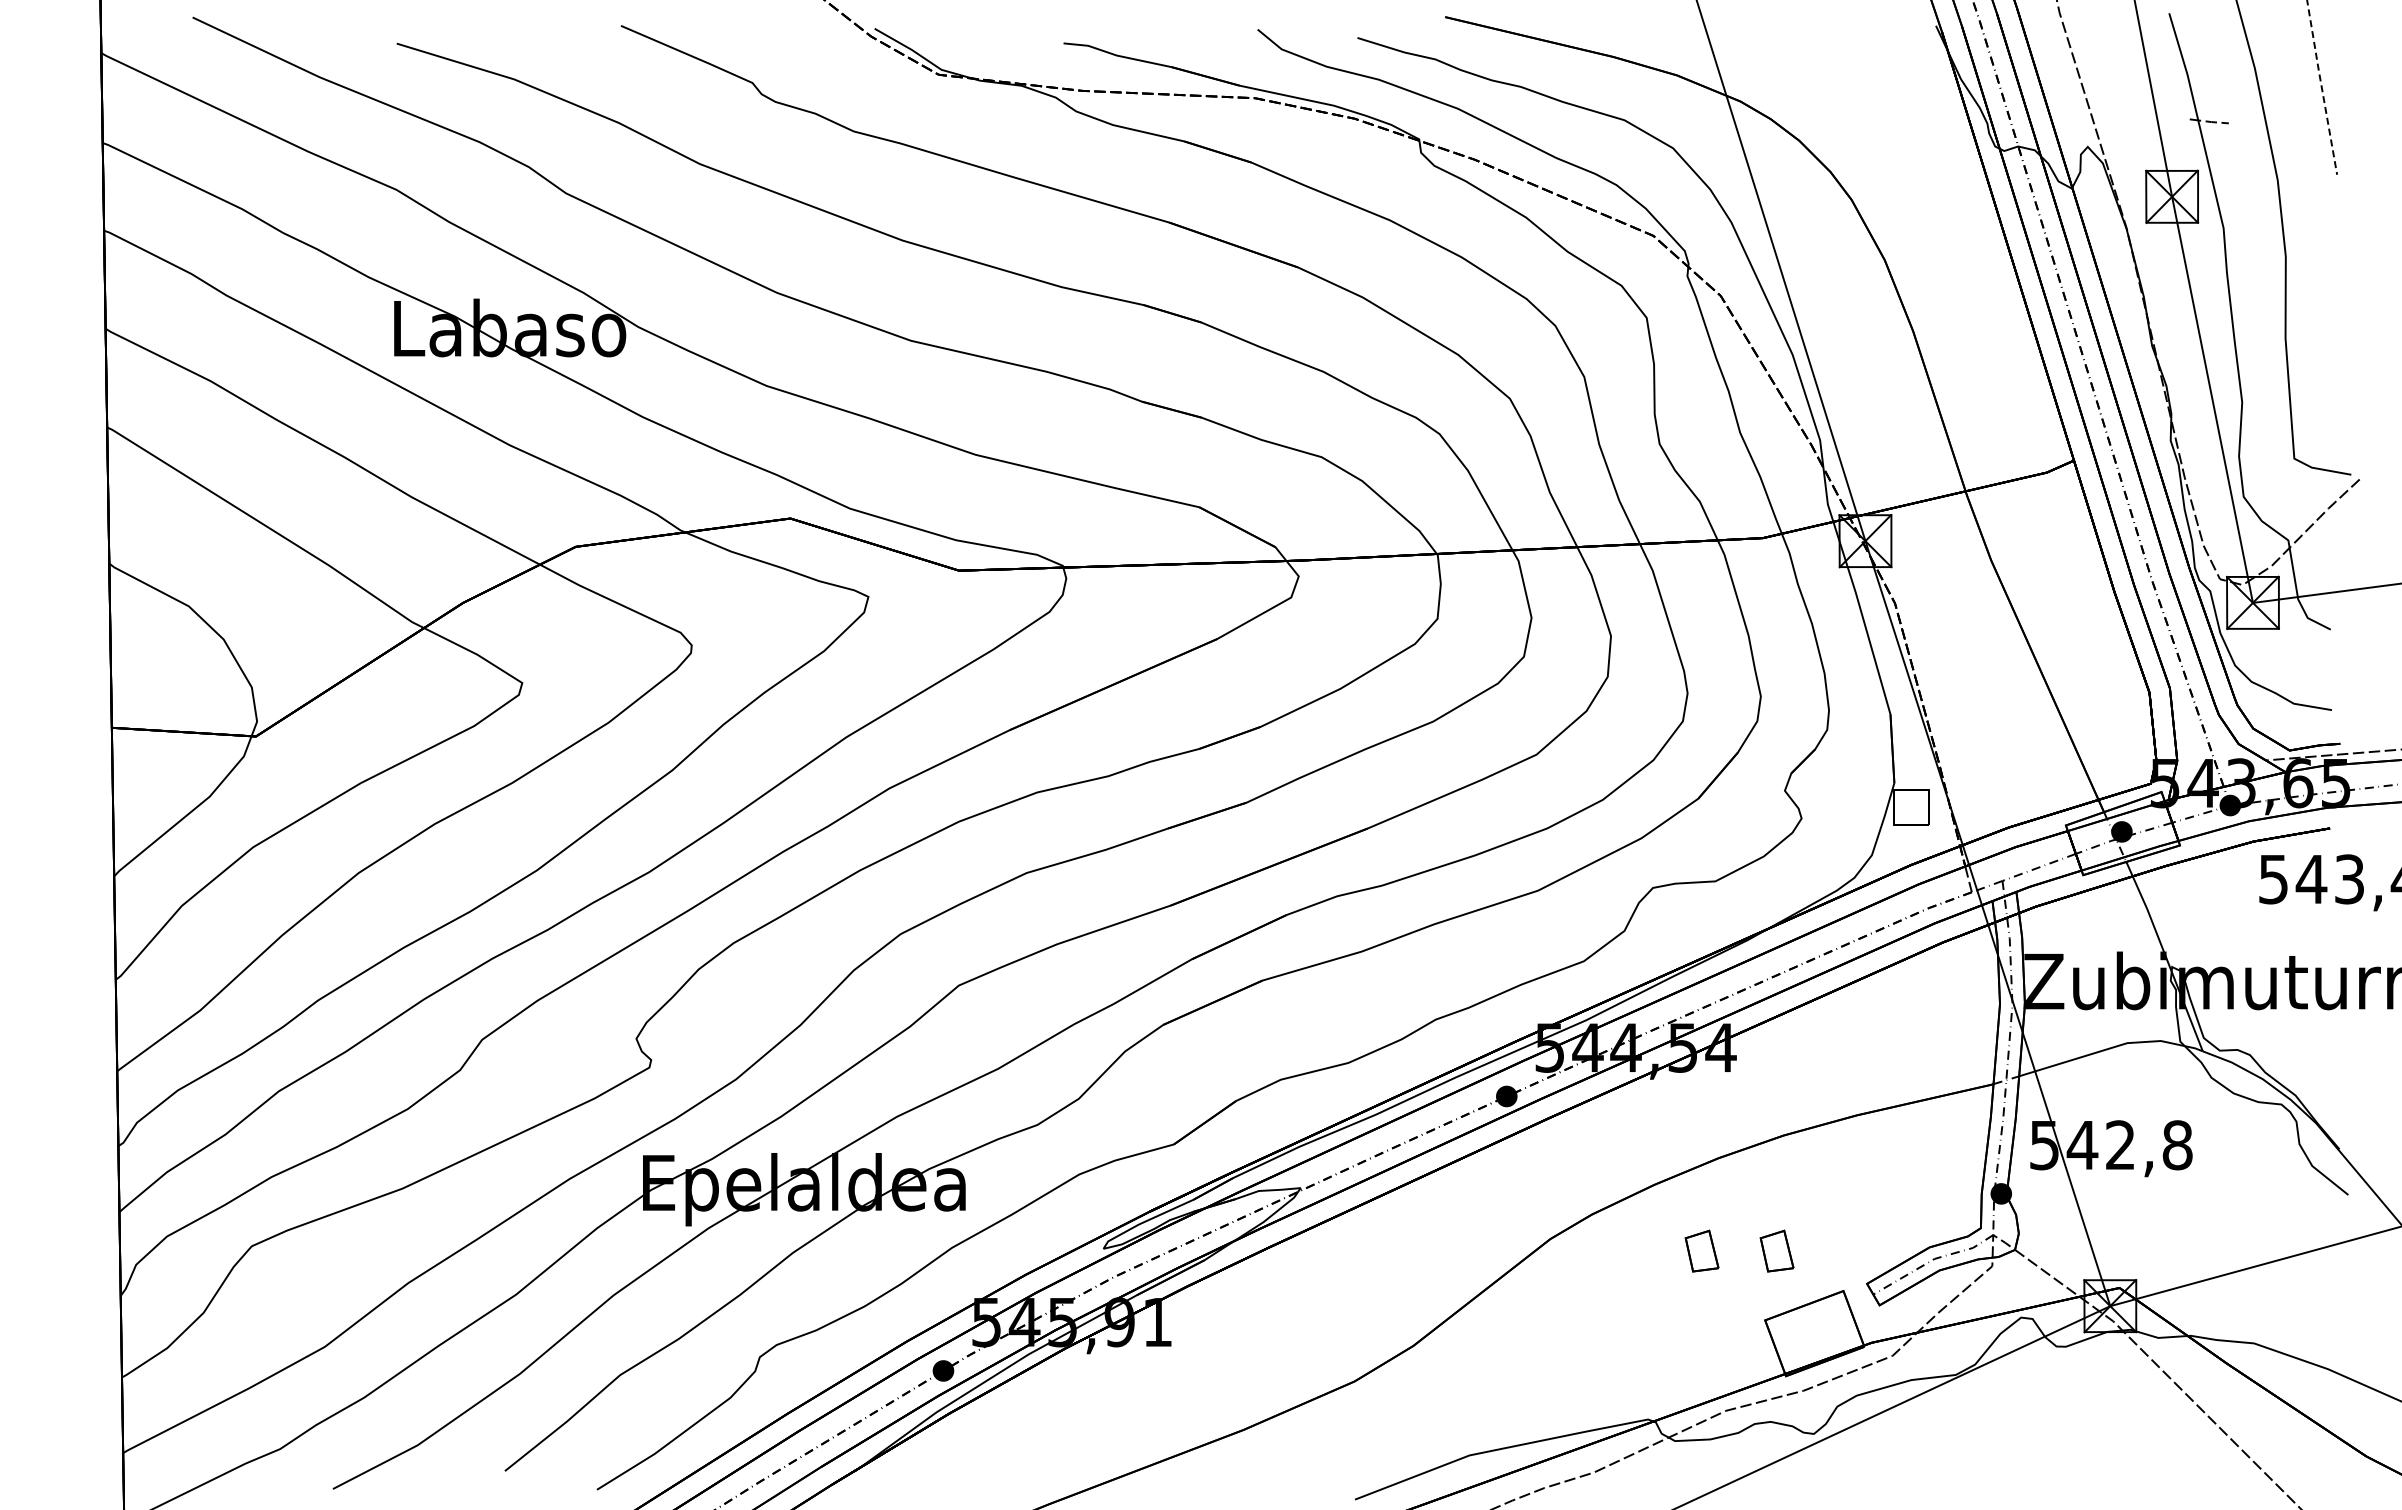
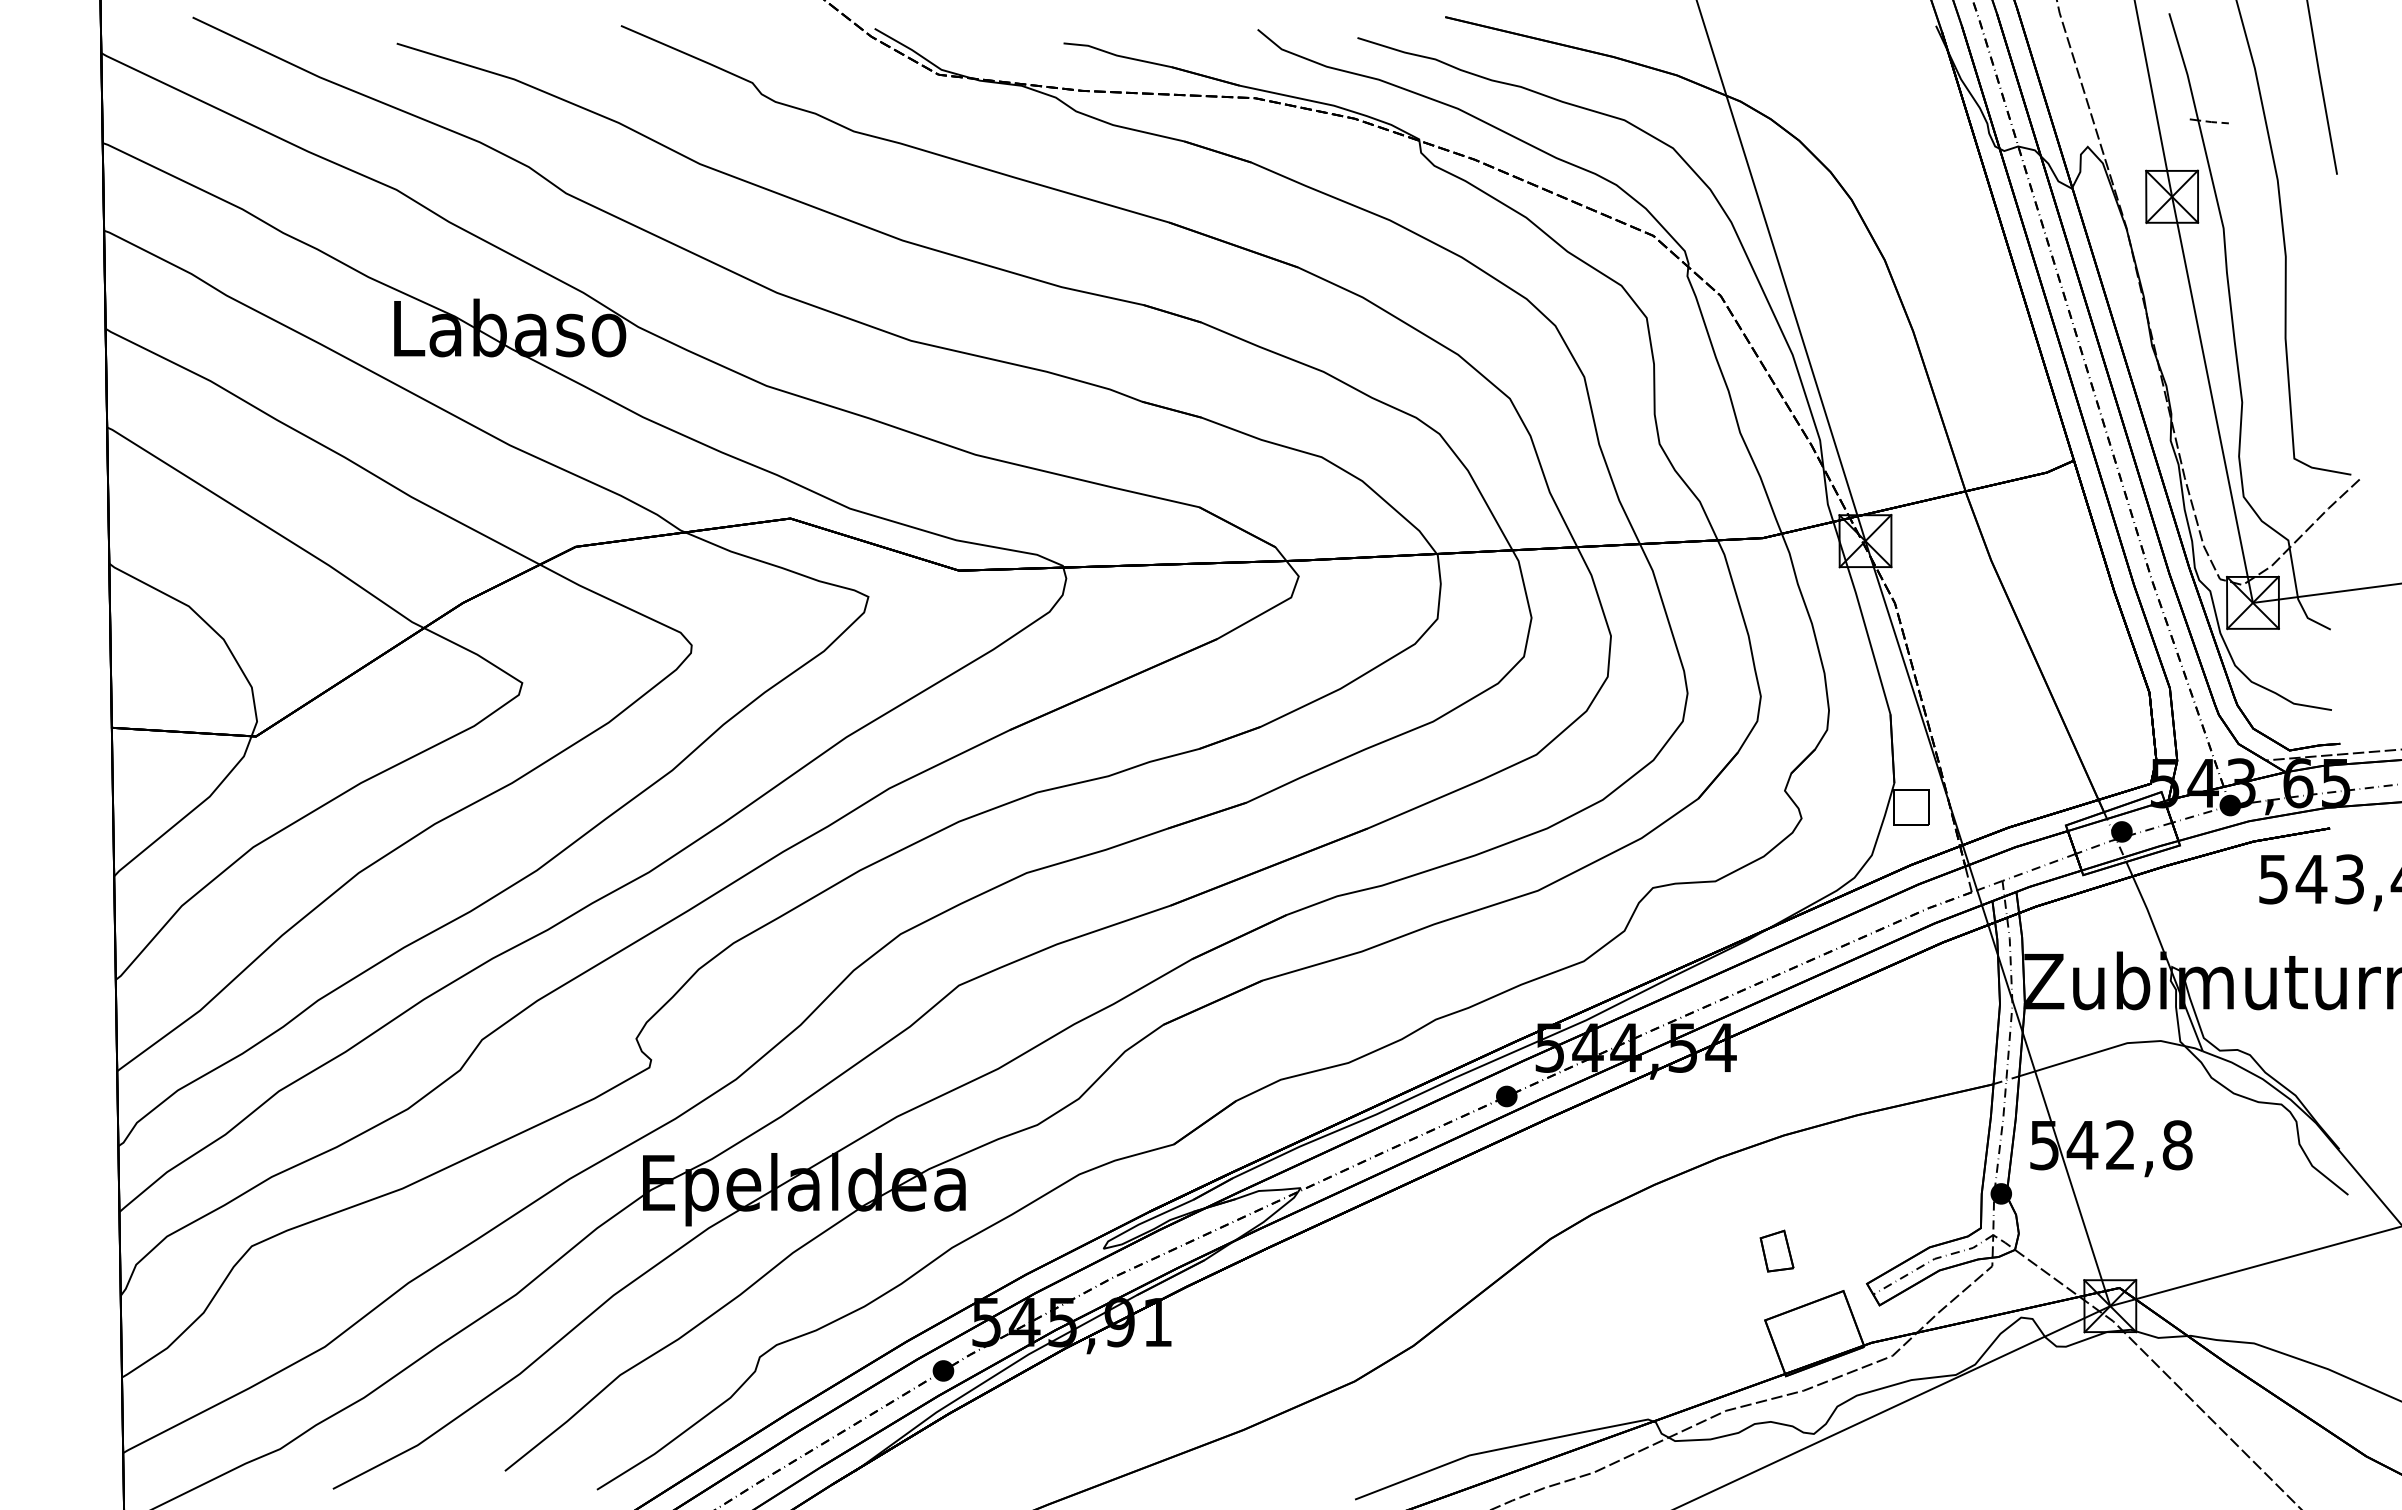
line at (2321, 87): dashed -> solid
part at (1701, 1250): present -> none
